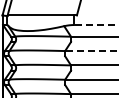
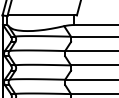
line at (96, 25): dashed -> solid
line at (92, 51): dashed -> solid
